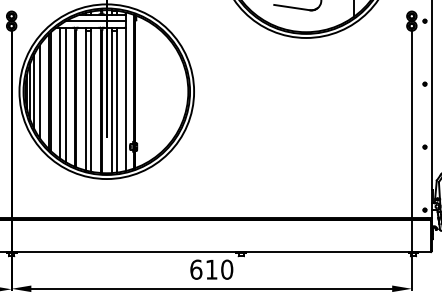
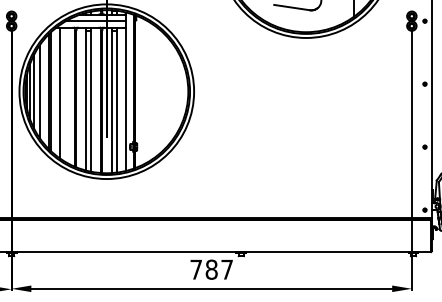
line at (65, 94): present -> none
text at (211, 269): 610 -> 787
